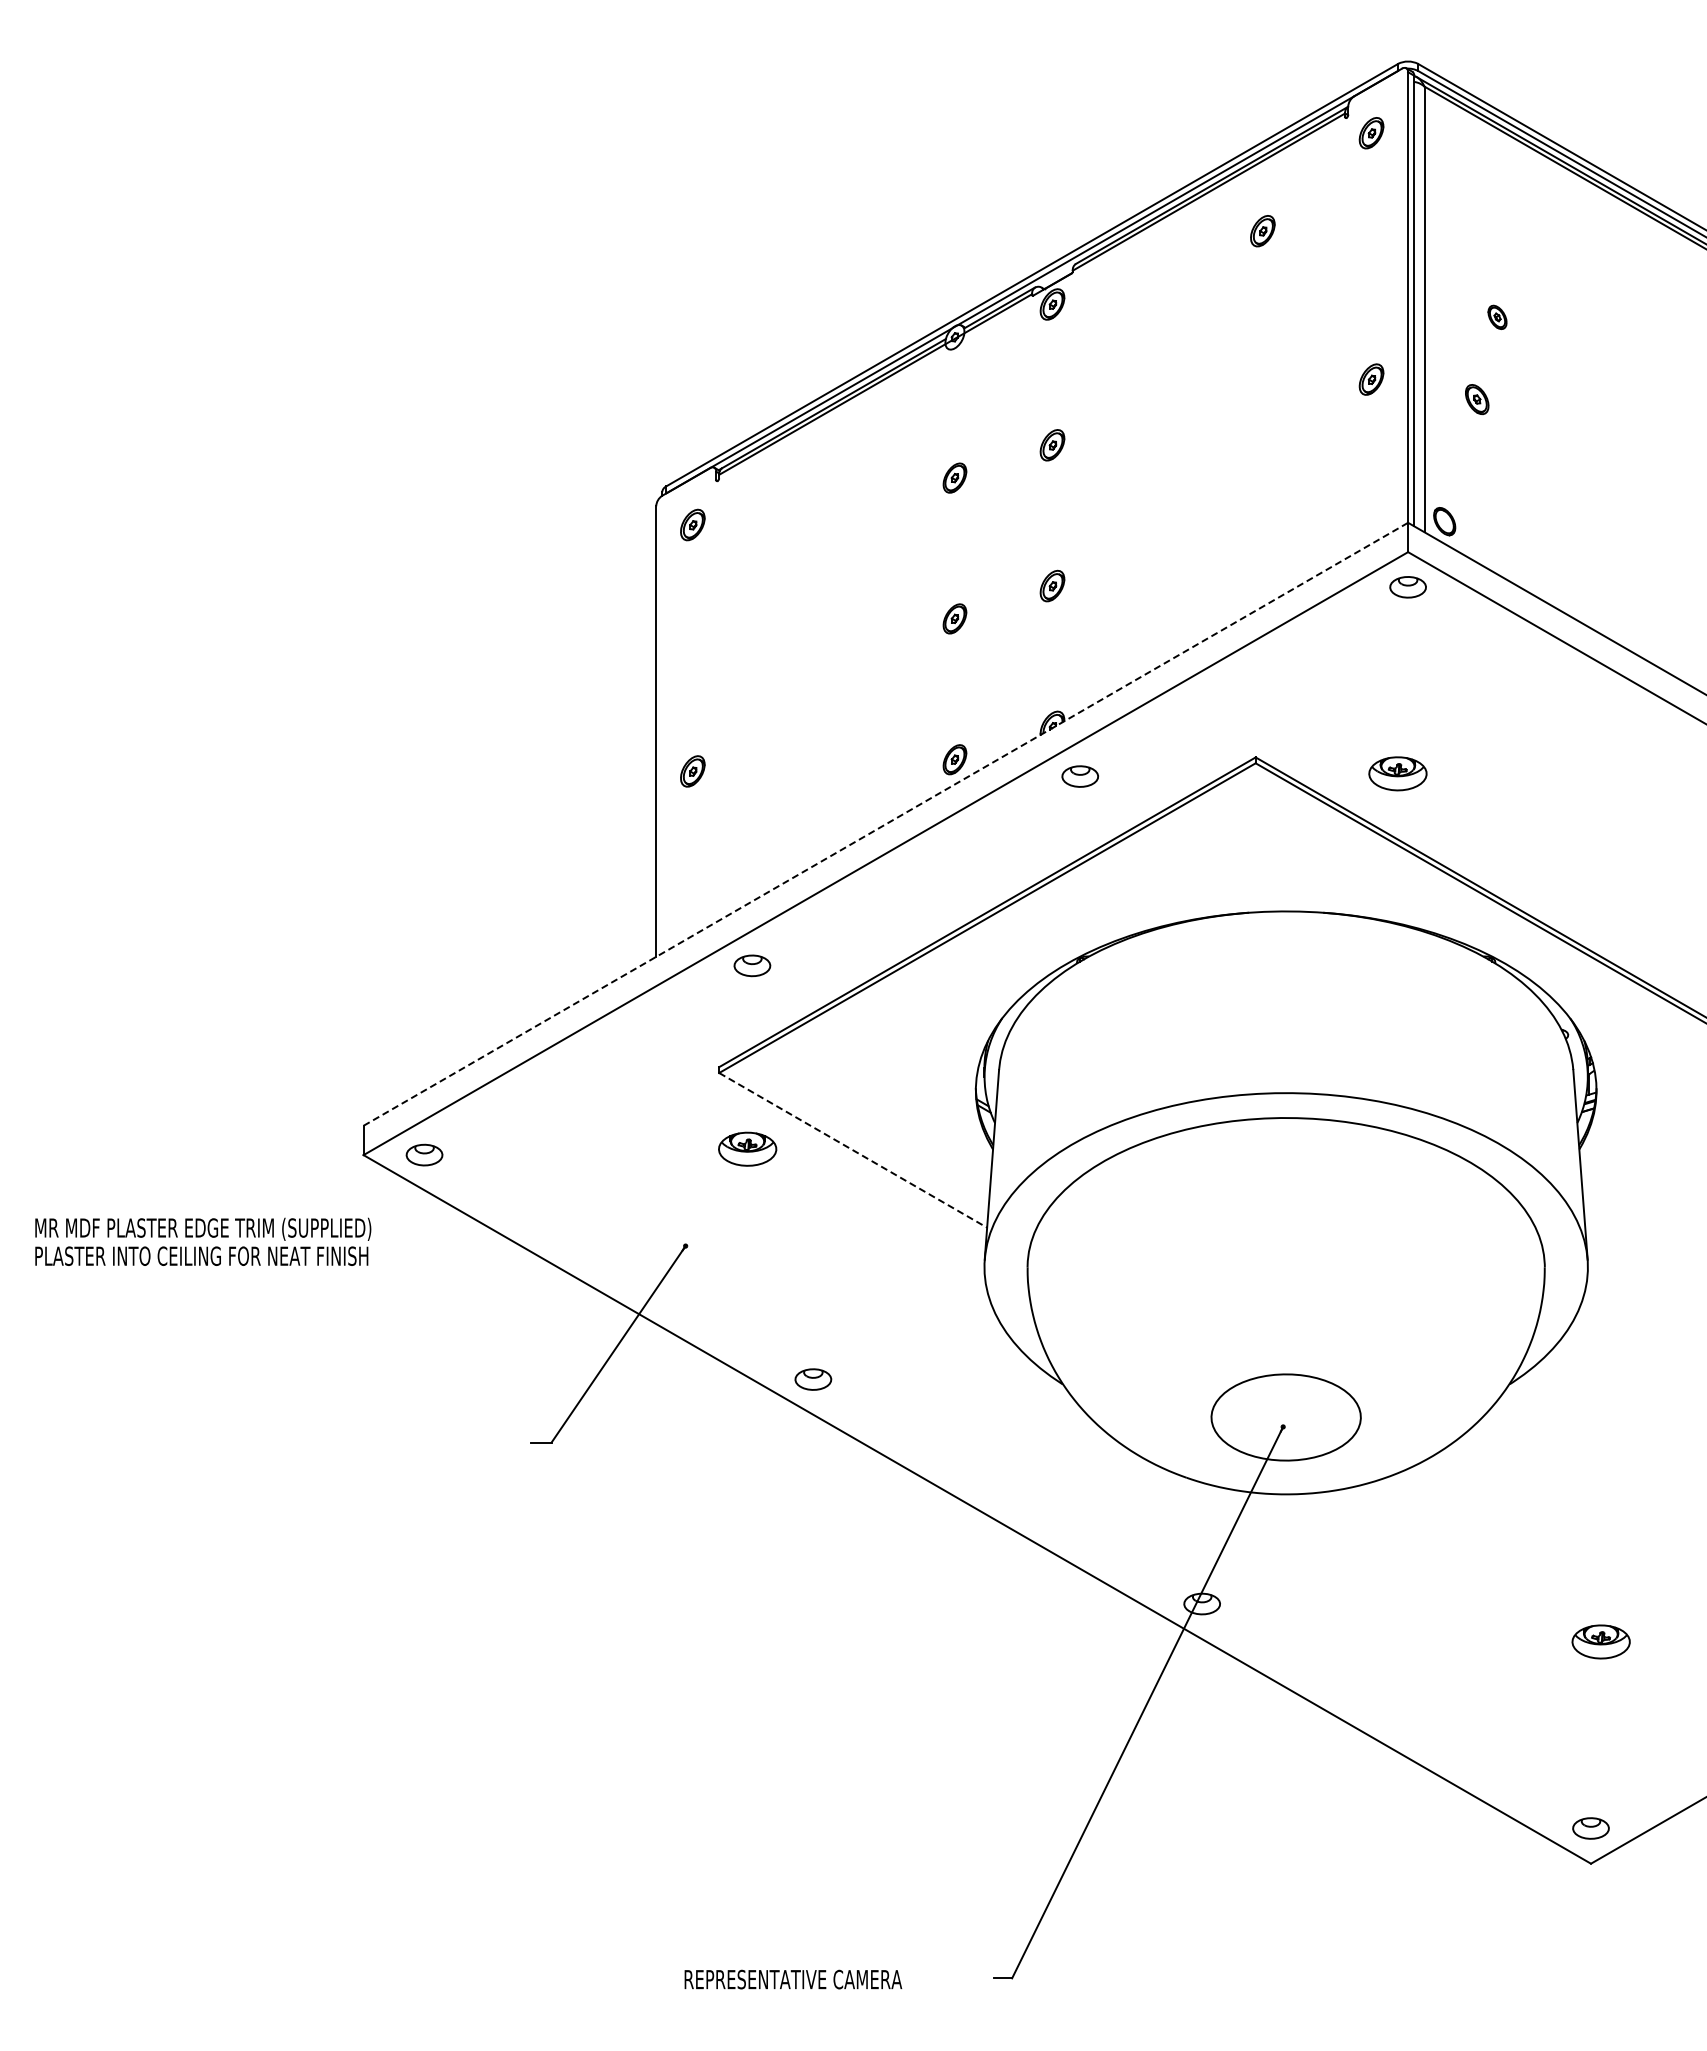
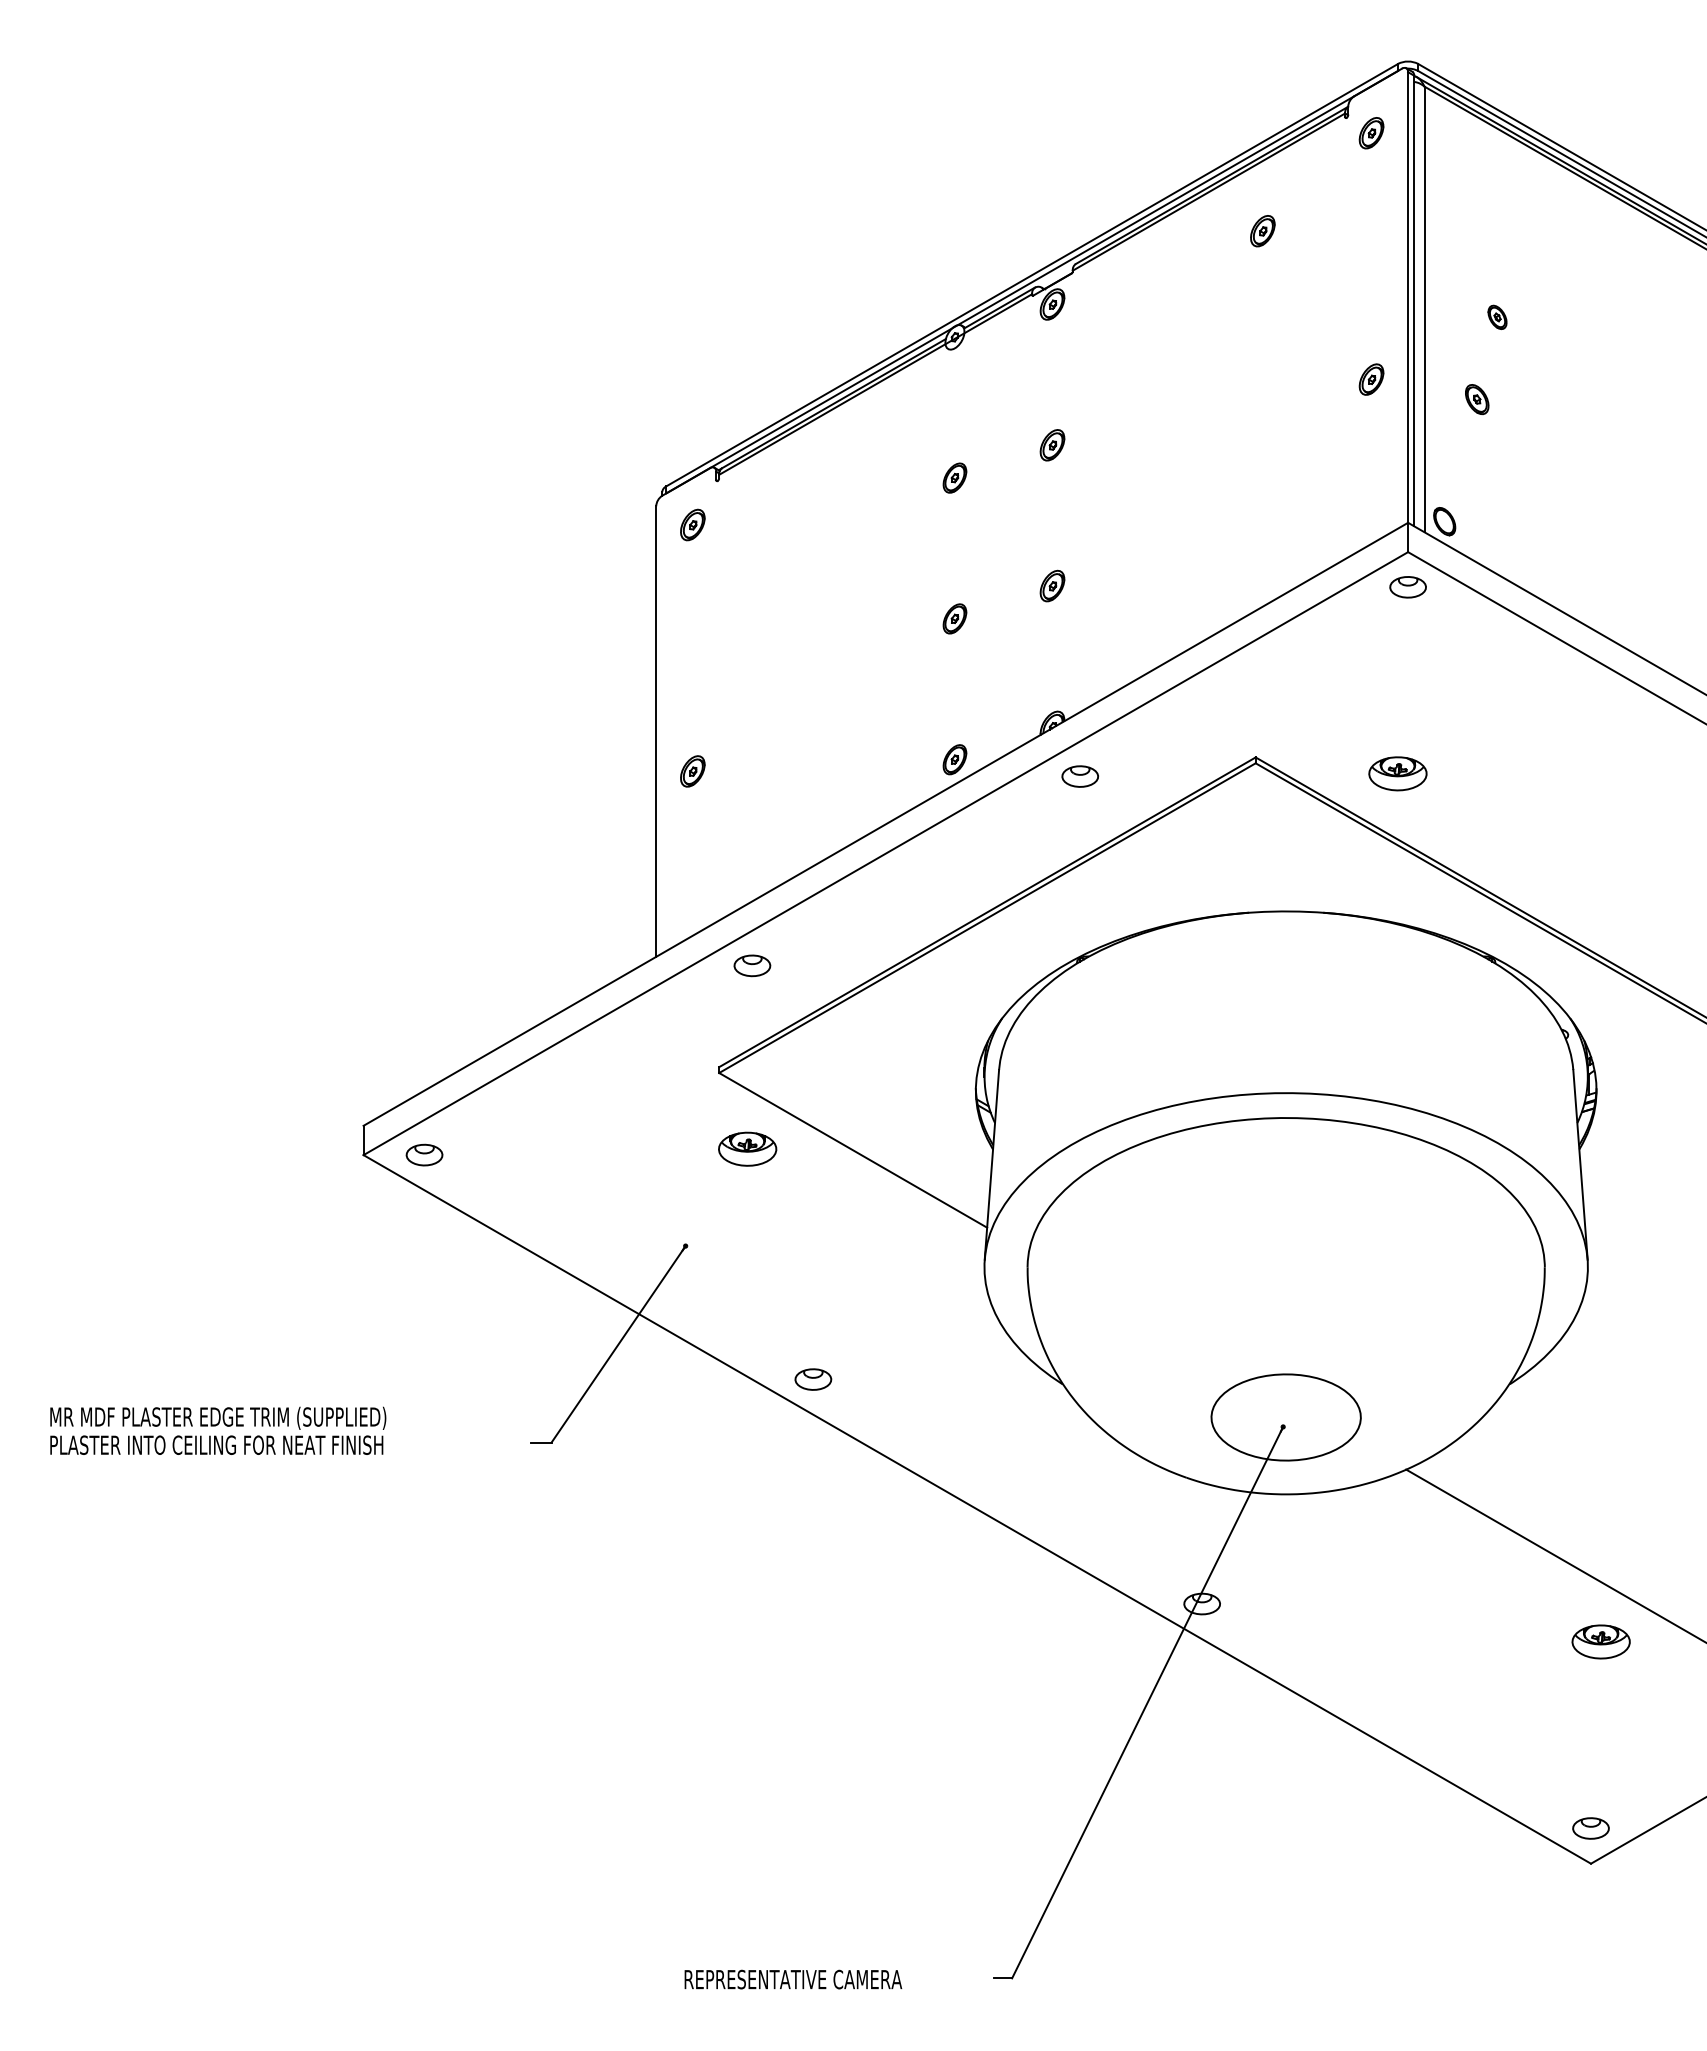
line at (886, 824): dashed -> solid
line at (853, 1150): dashed -> solid
text at (203, 1241) position: (203, 1241) -> (218, 1430)
line at (1554, 1555): none -> present
